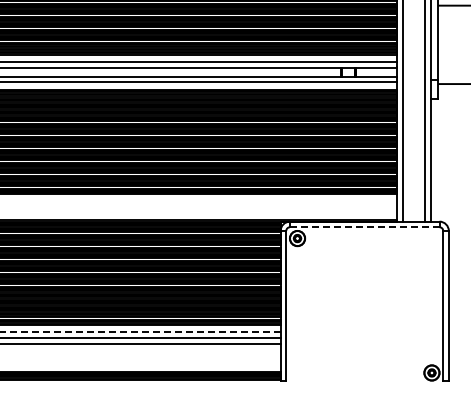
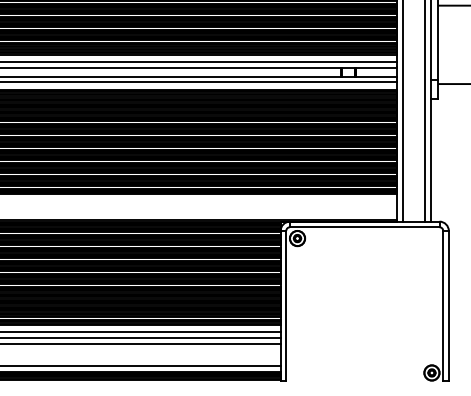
line at (364, 227): dashed -> solid
line at (140, 332): dashed -> solid
line at (141, 365): none -> present
